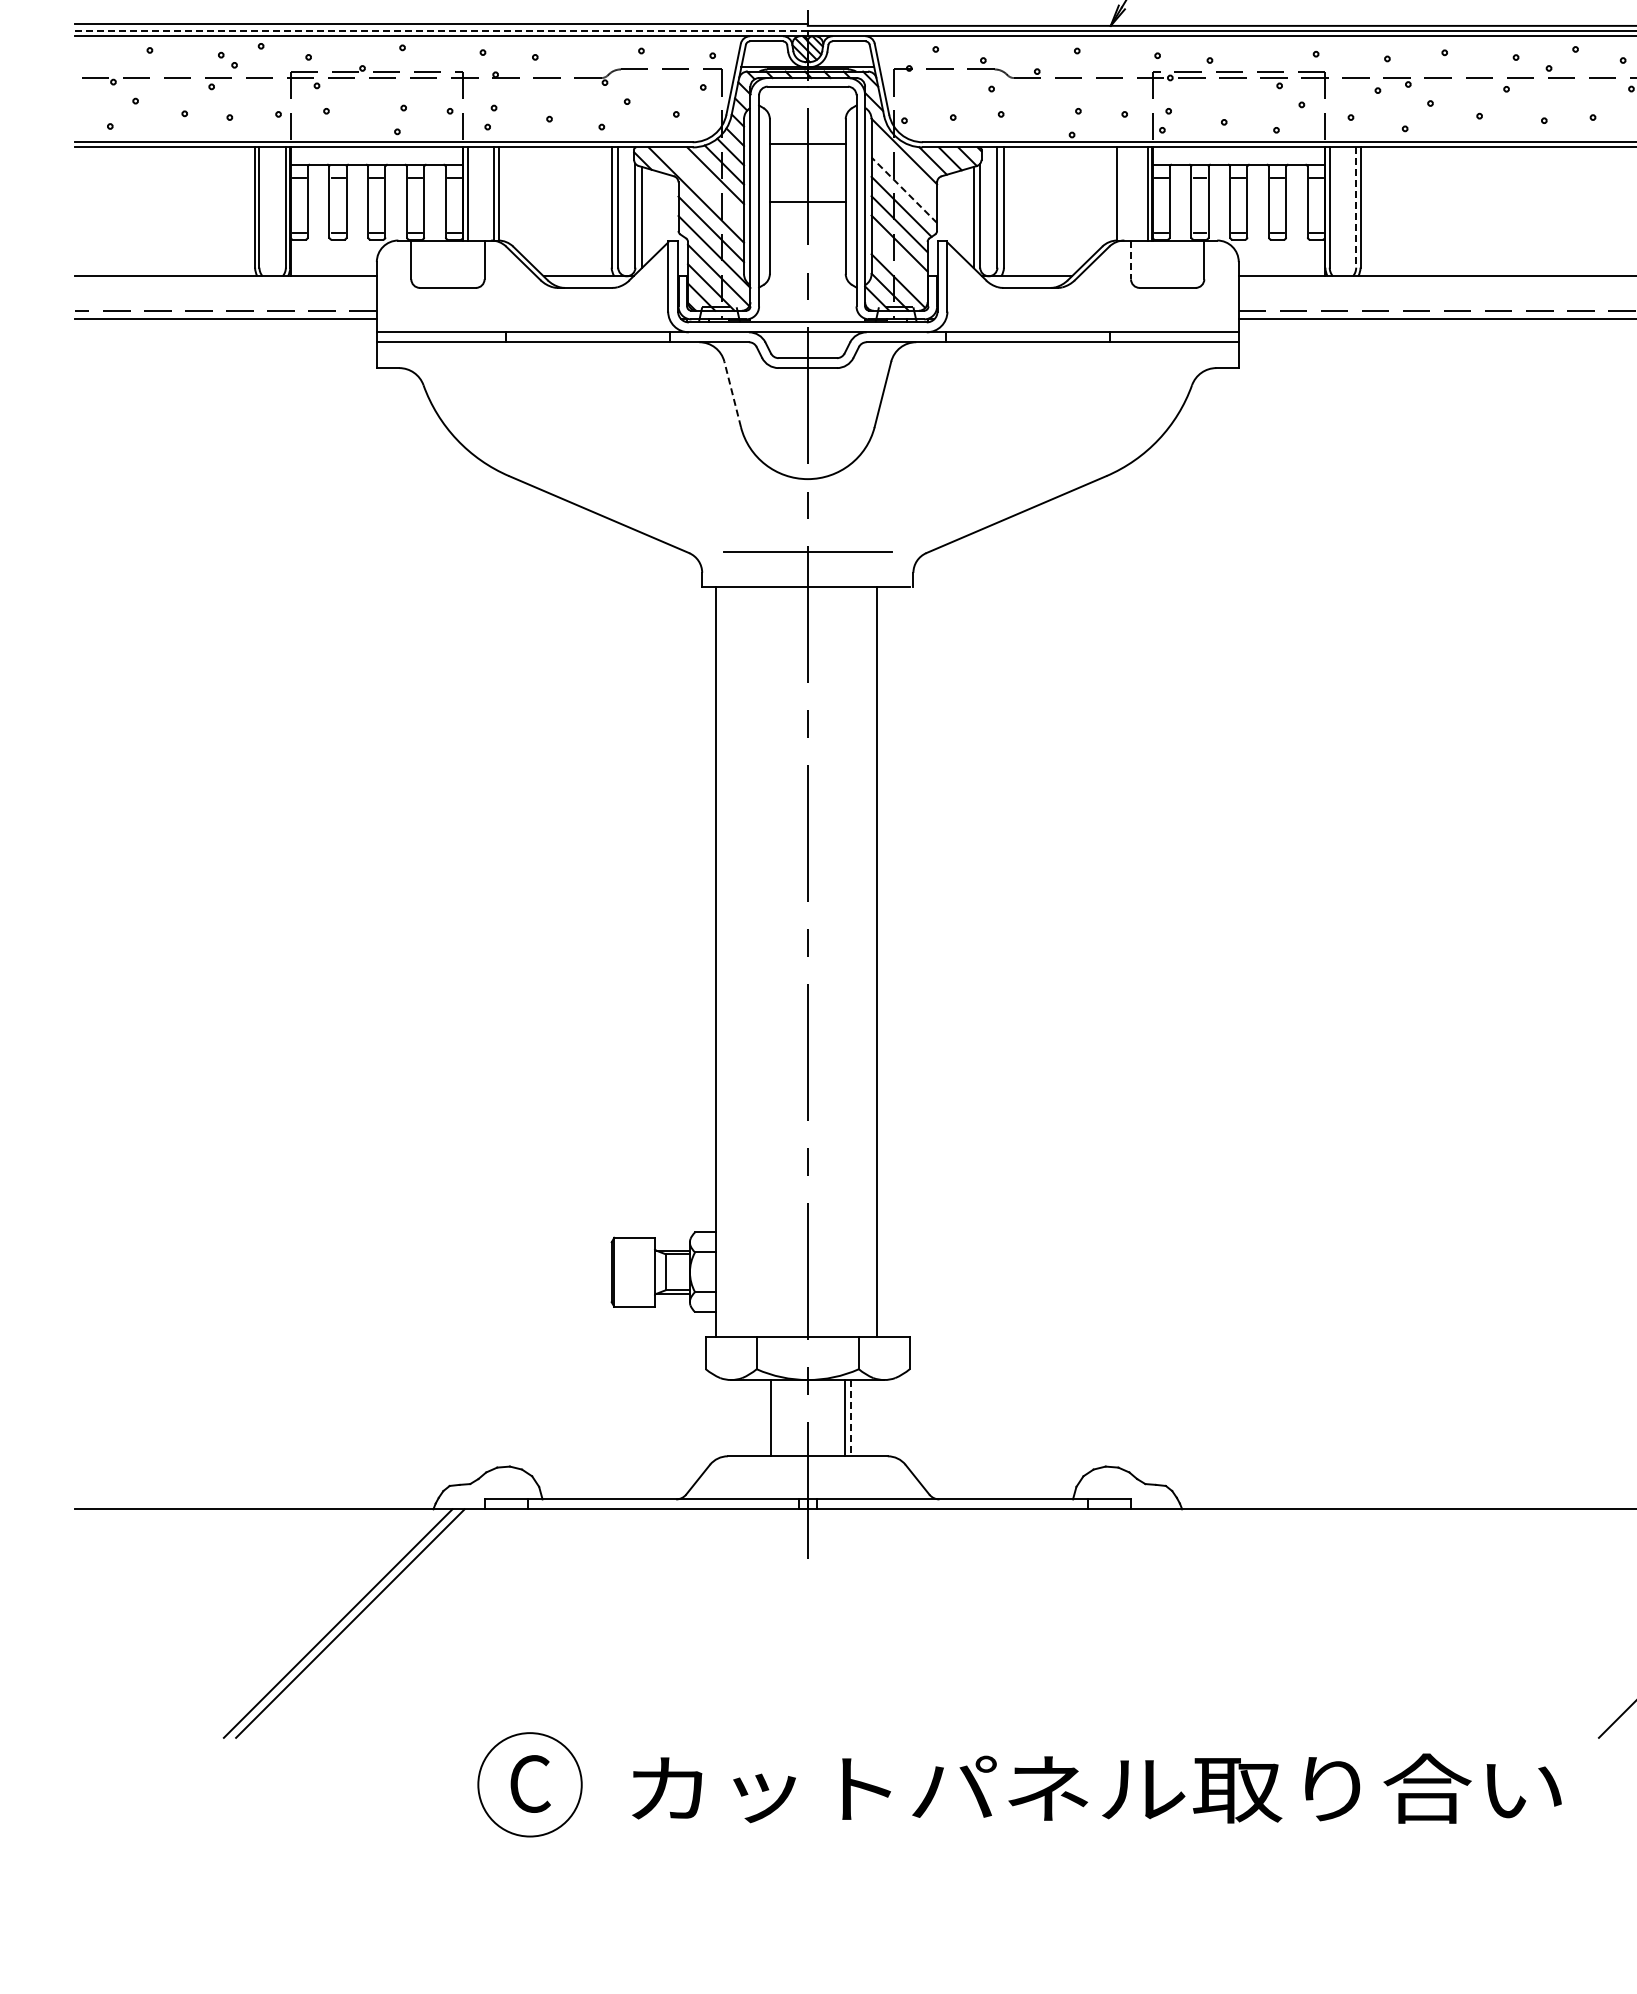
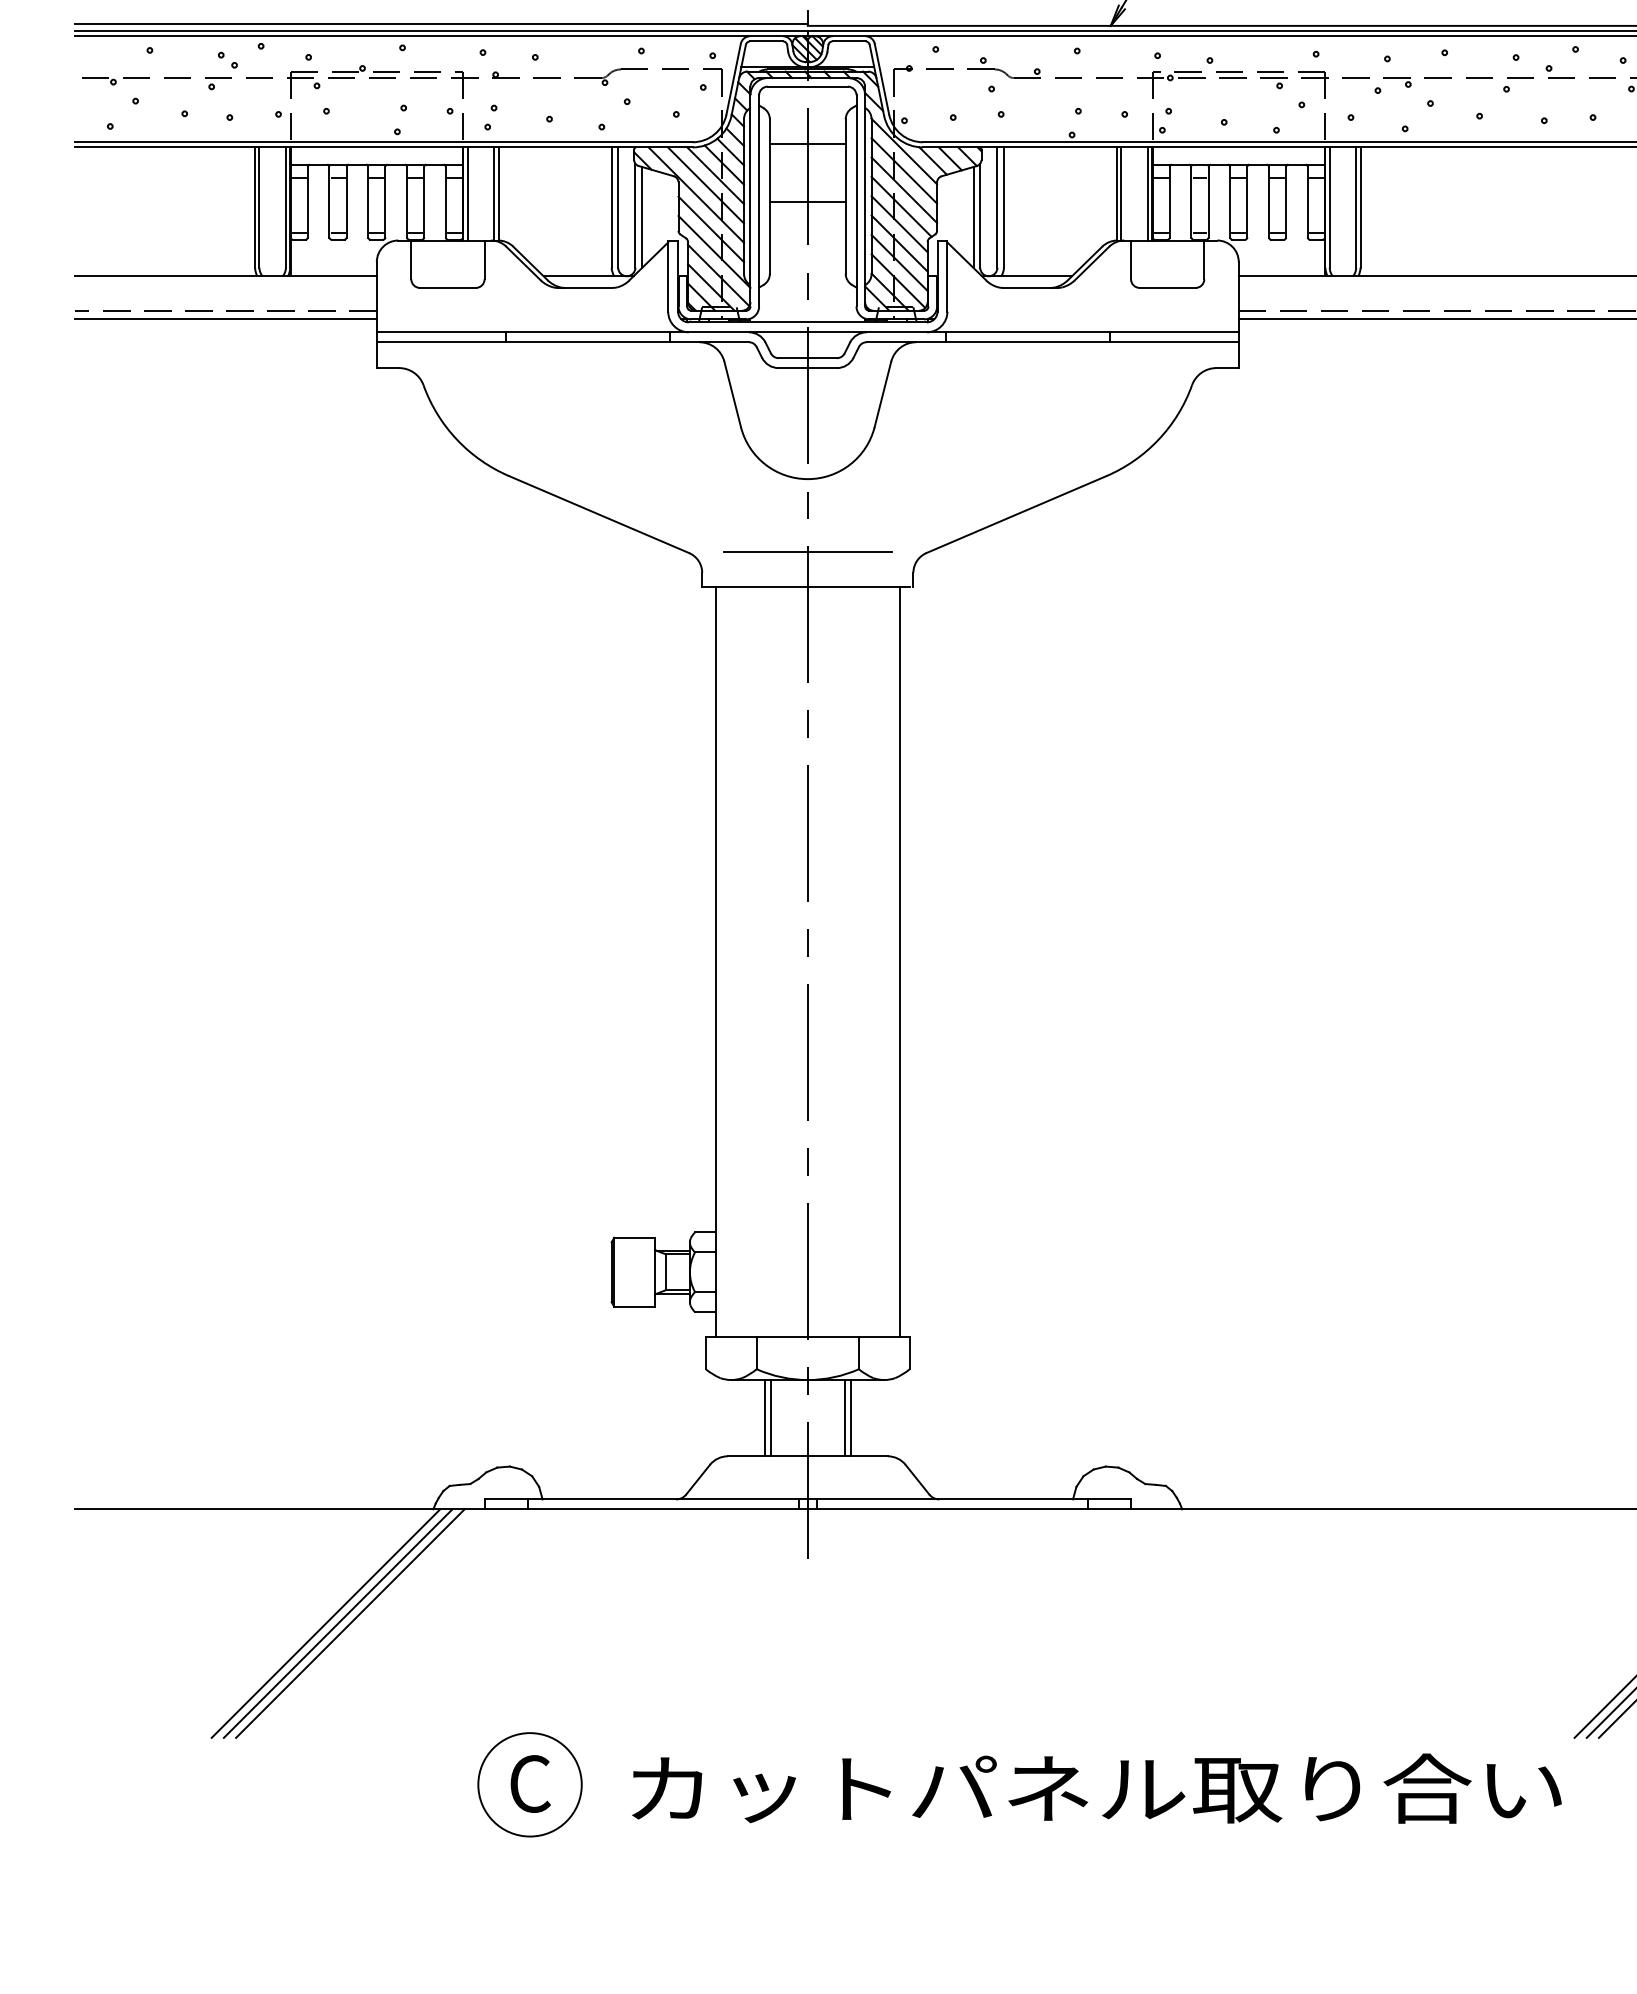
line at (440, 31): dashed -> solid
line at (904, 170): none -> present
line at (706, 185): none -> present
line at (904, 189): dashed -> solid
line at (1121, 193): none -> present
line at (1356, 208): dashed -> solid
line at (1131, 260): dashed -> solid
line at (899, 262): none -> present
line at (732, 394): dashed -> solid
line at (876, 961) position: (876, 961) -> (899, 961)
line at (764, 1418): none -> present
line at (850, 1418): dashed -> solid
line at (325, 1623): none -> present
line at (1603, 1708): none -> present
line at (1609, 1714): none -> present
